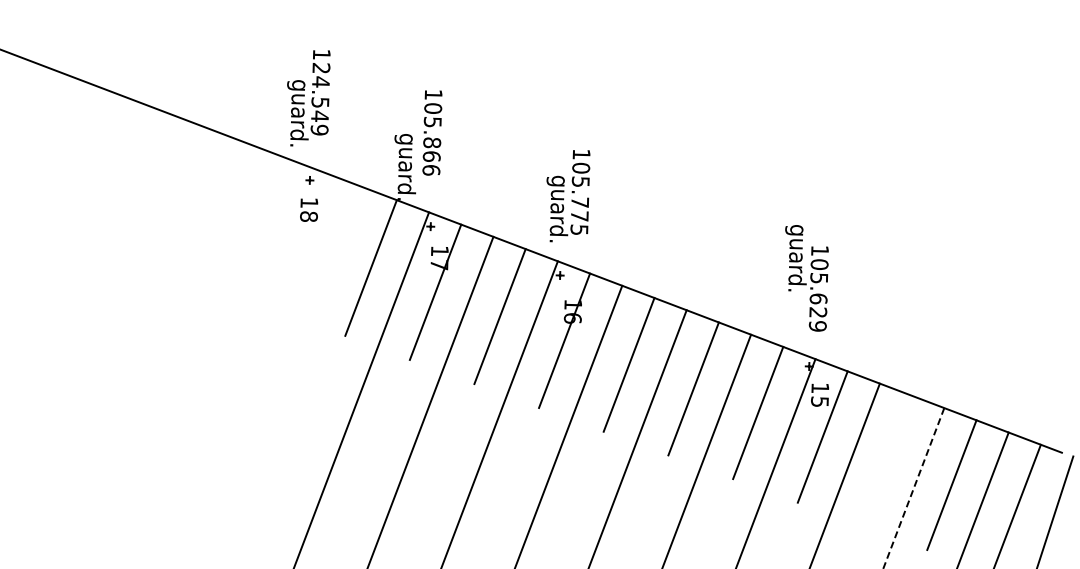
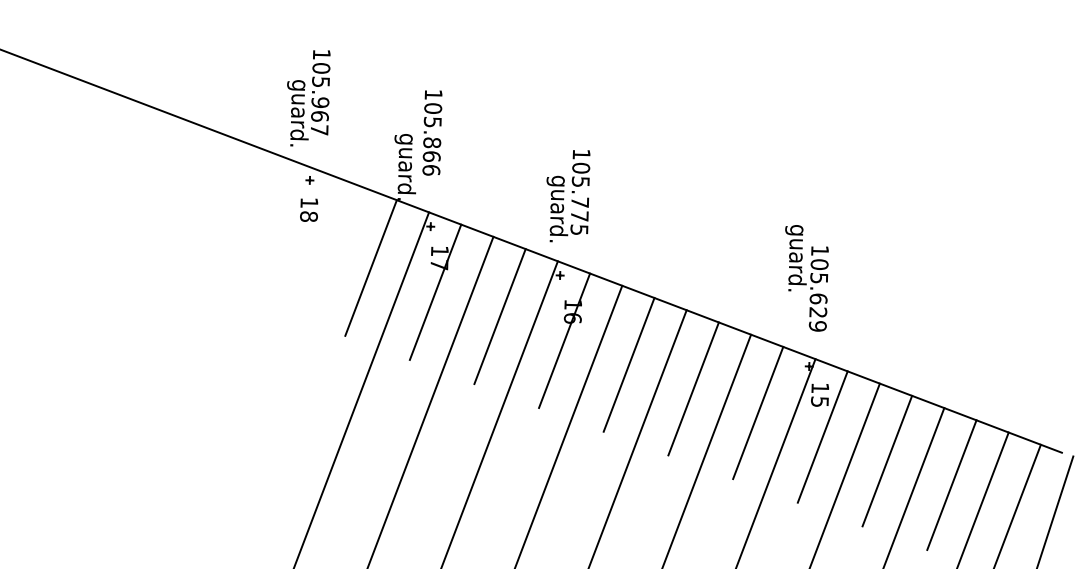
text at (320, 99): 124.549 -> 105.967
line at (887, 460): none -> present
line at (913, 488): dashed -> solid
